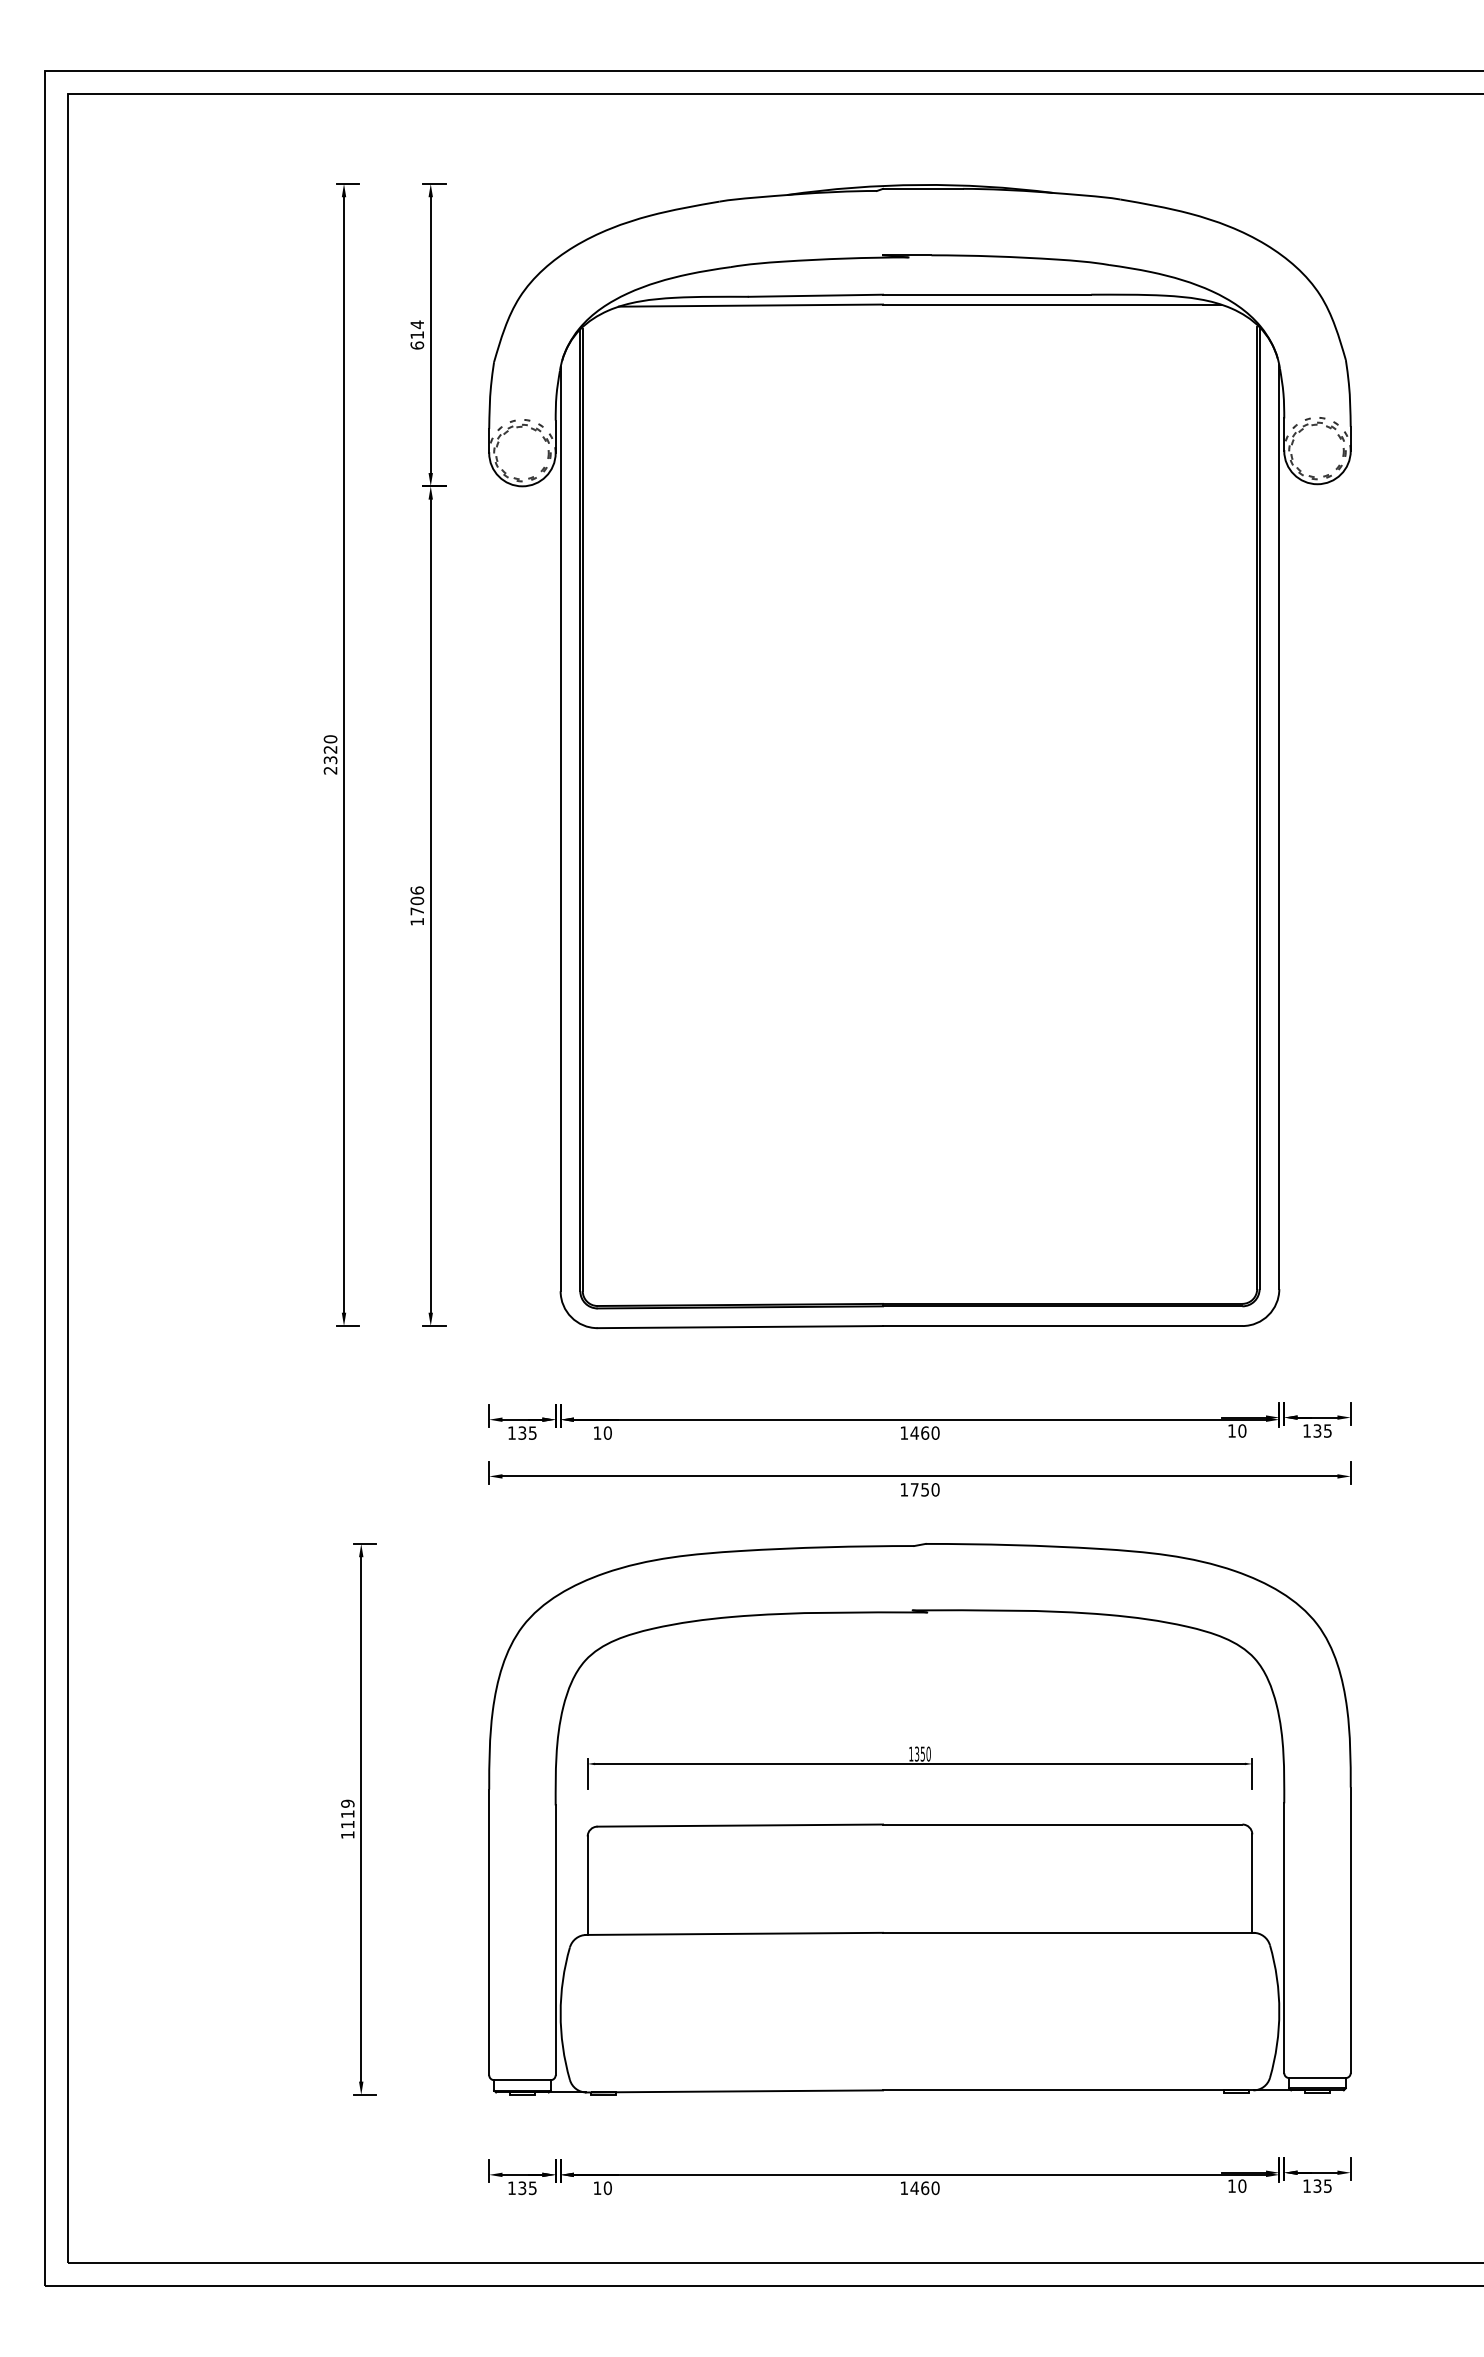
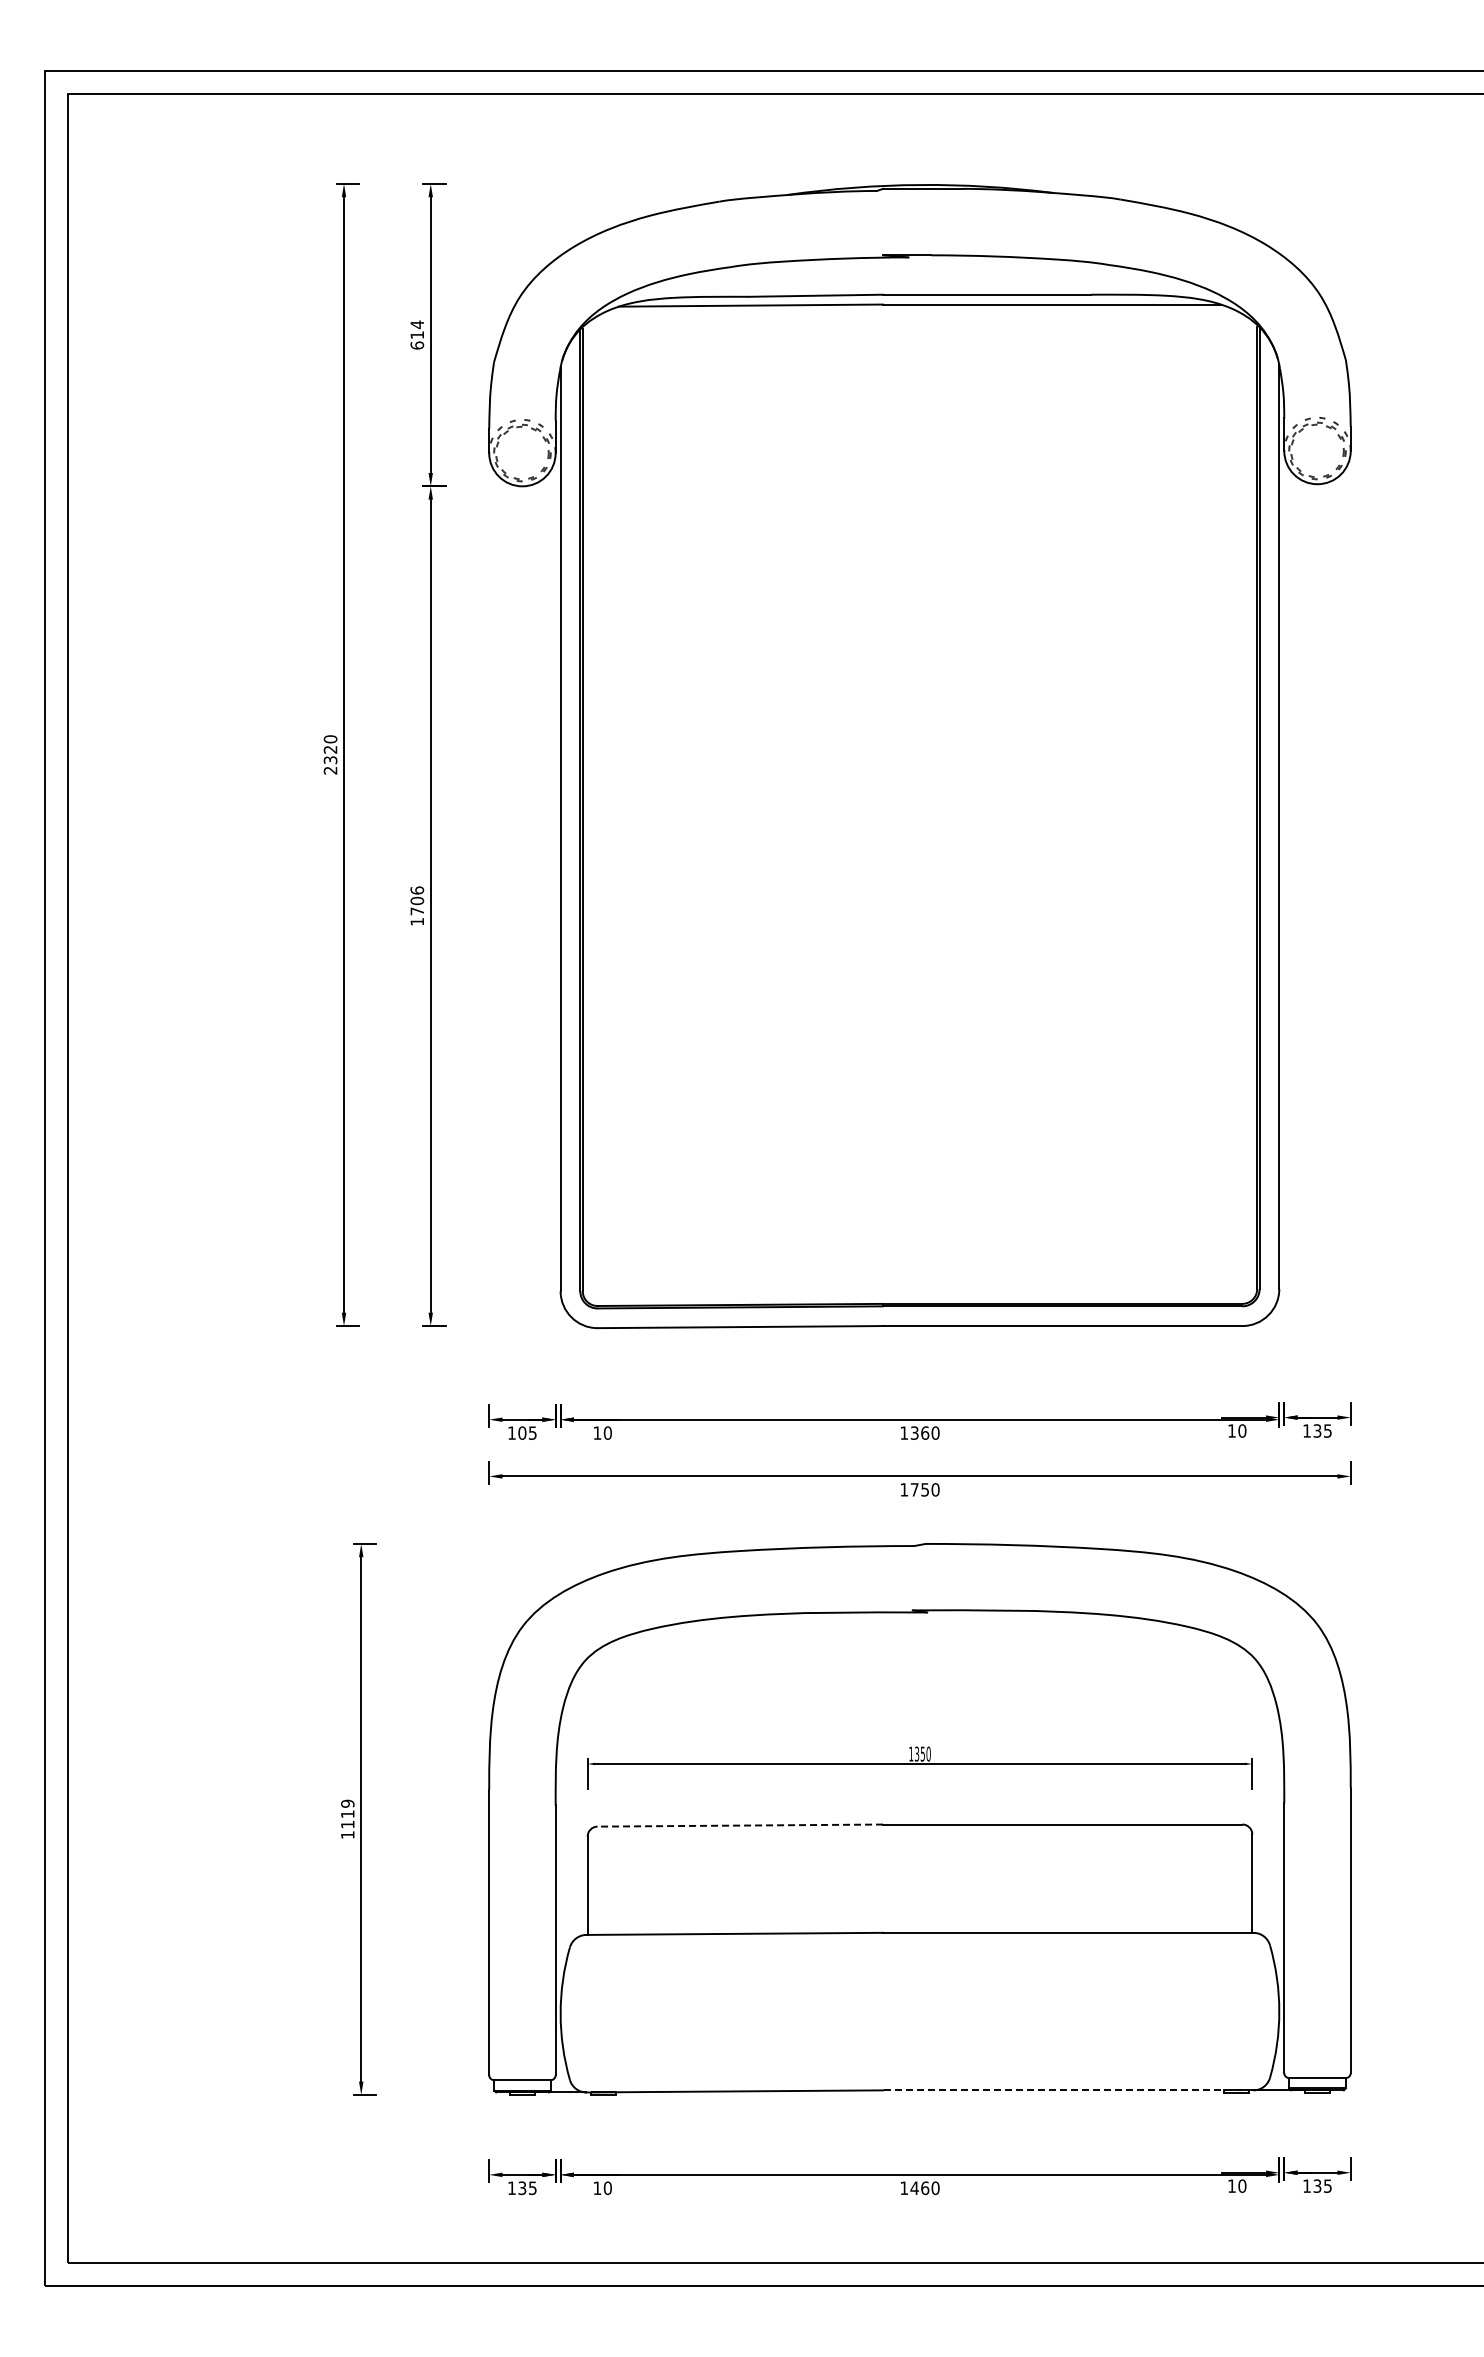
text at (522, 1432): 135 -> 105
text at (914, 1432): 1460 -> 1360
line at (740, 1825): solid -> dashed
line at (1067, 2090): solid -> dashed
